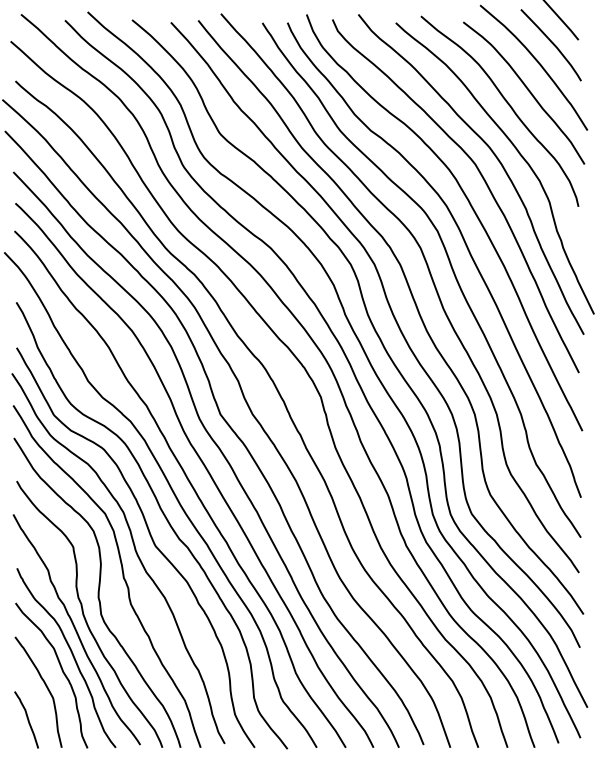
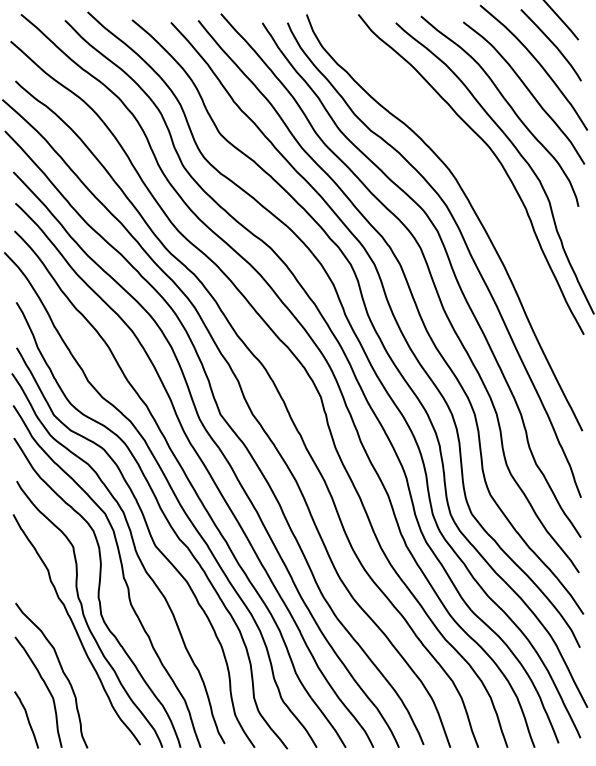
curve at (481, 177): present -> none
curve at (72, 656): present -> none
